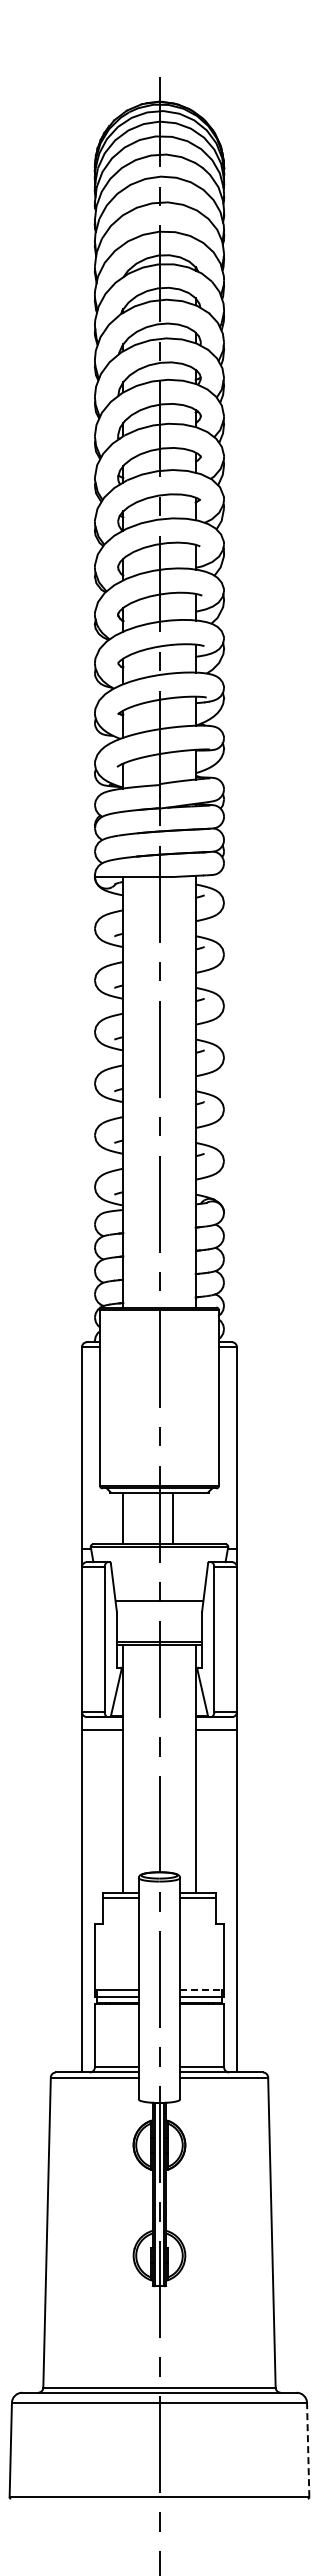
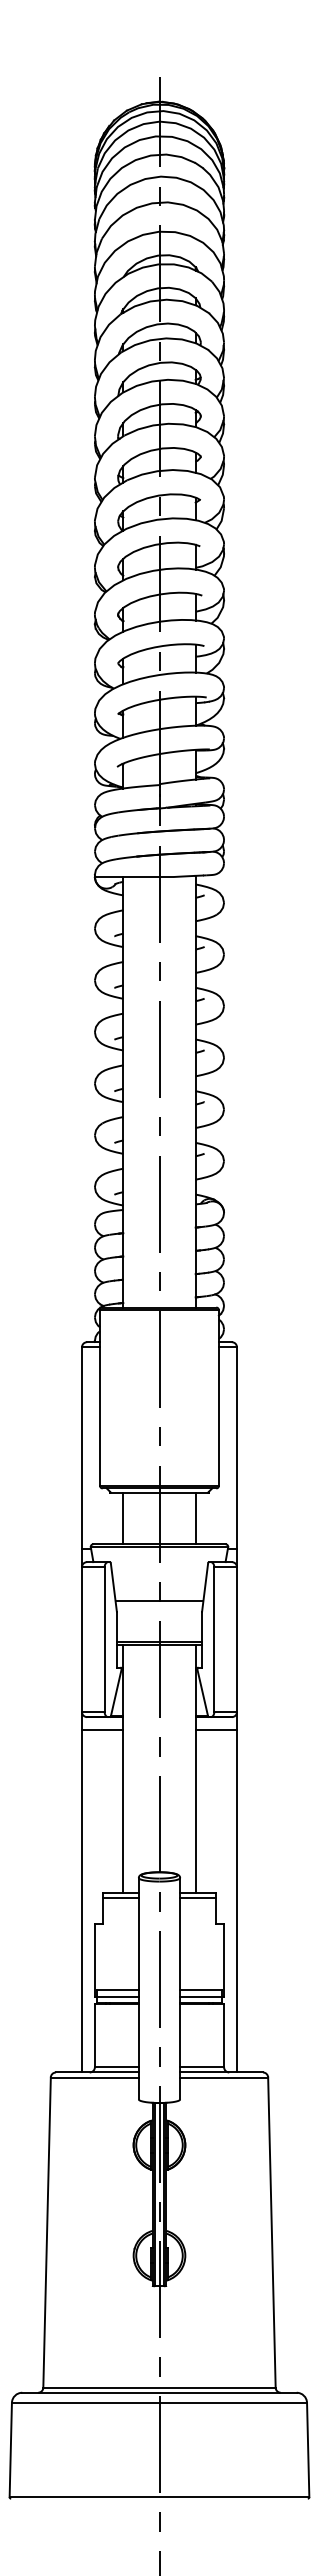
line at (172, 1518) position: (172, 1518) -> (195, 1518)
line at (200, 1990): dashed -> solid
line at (308, 2449): dashed -> solid
